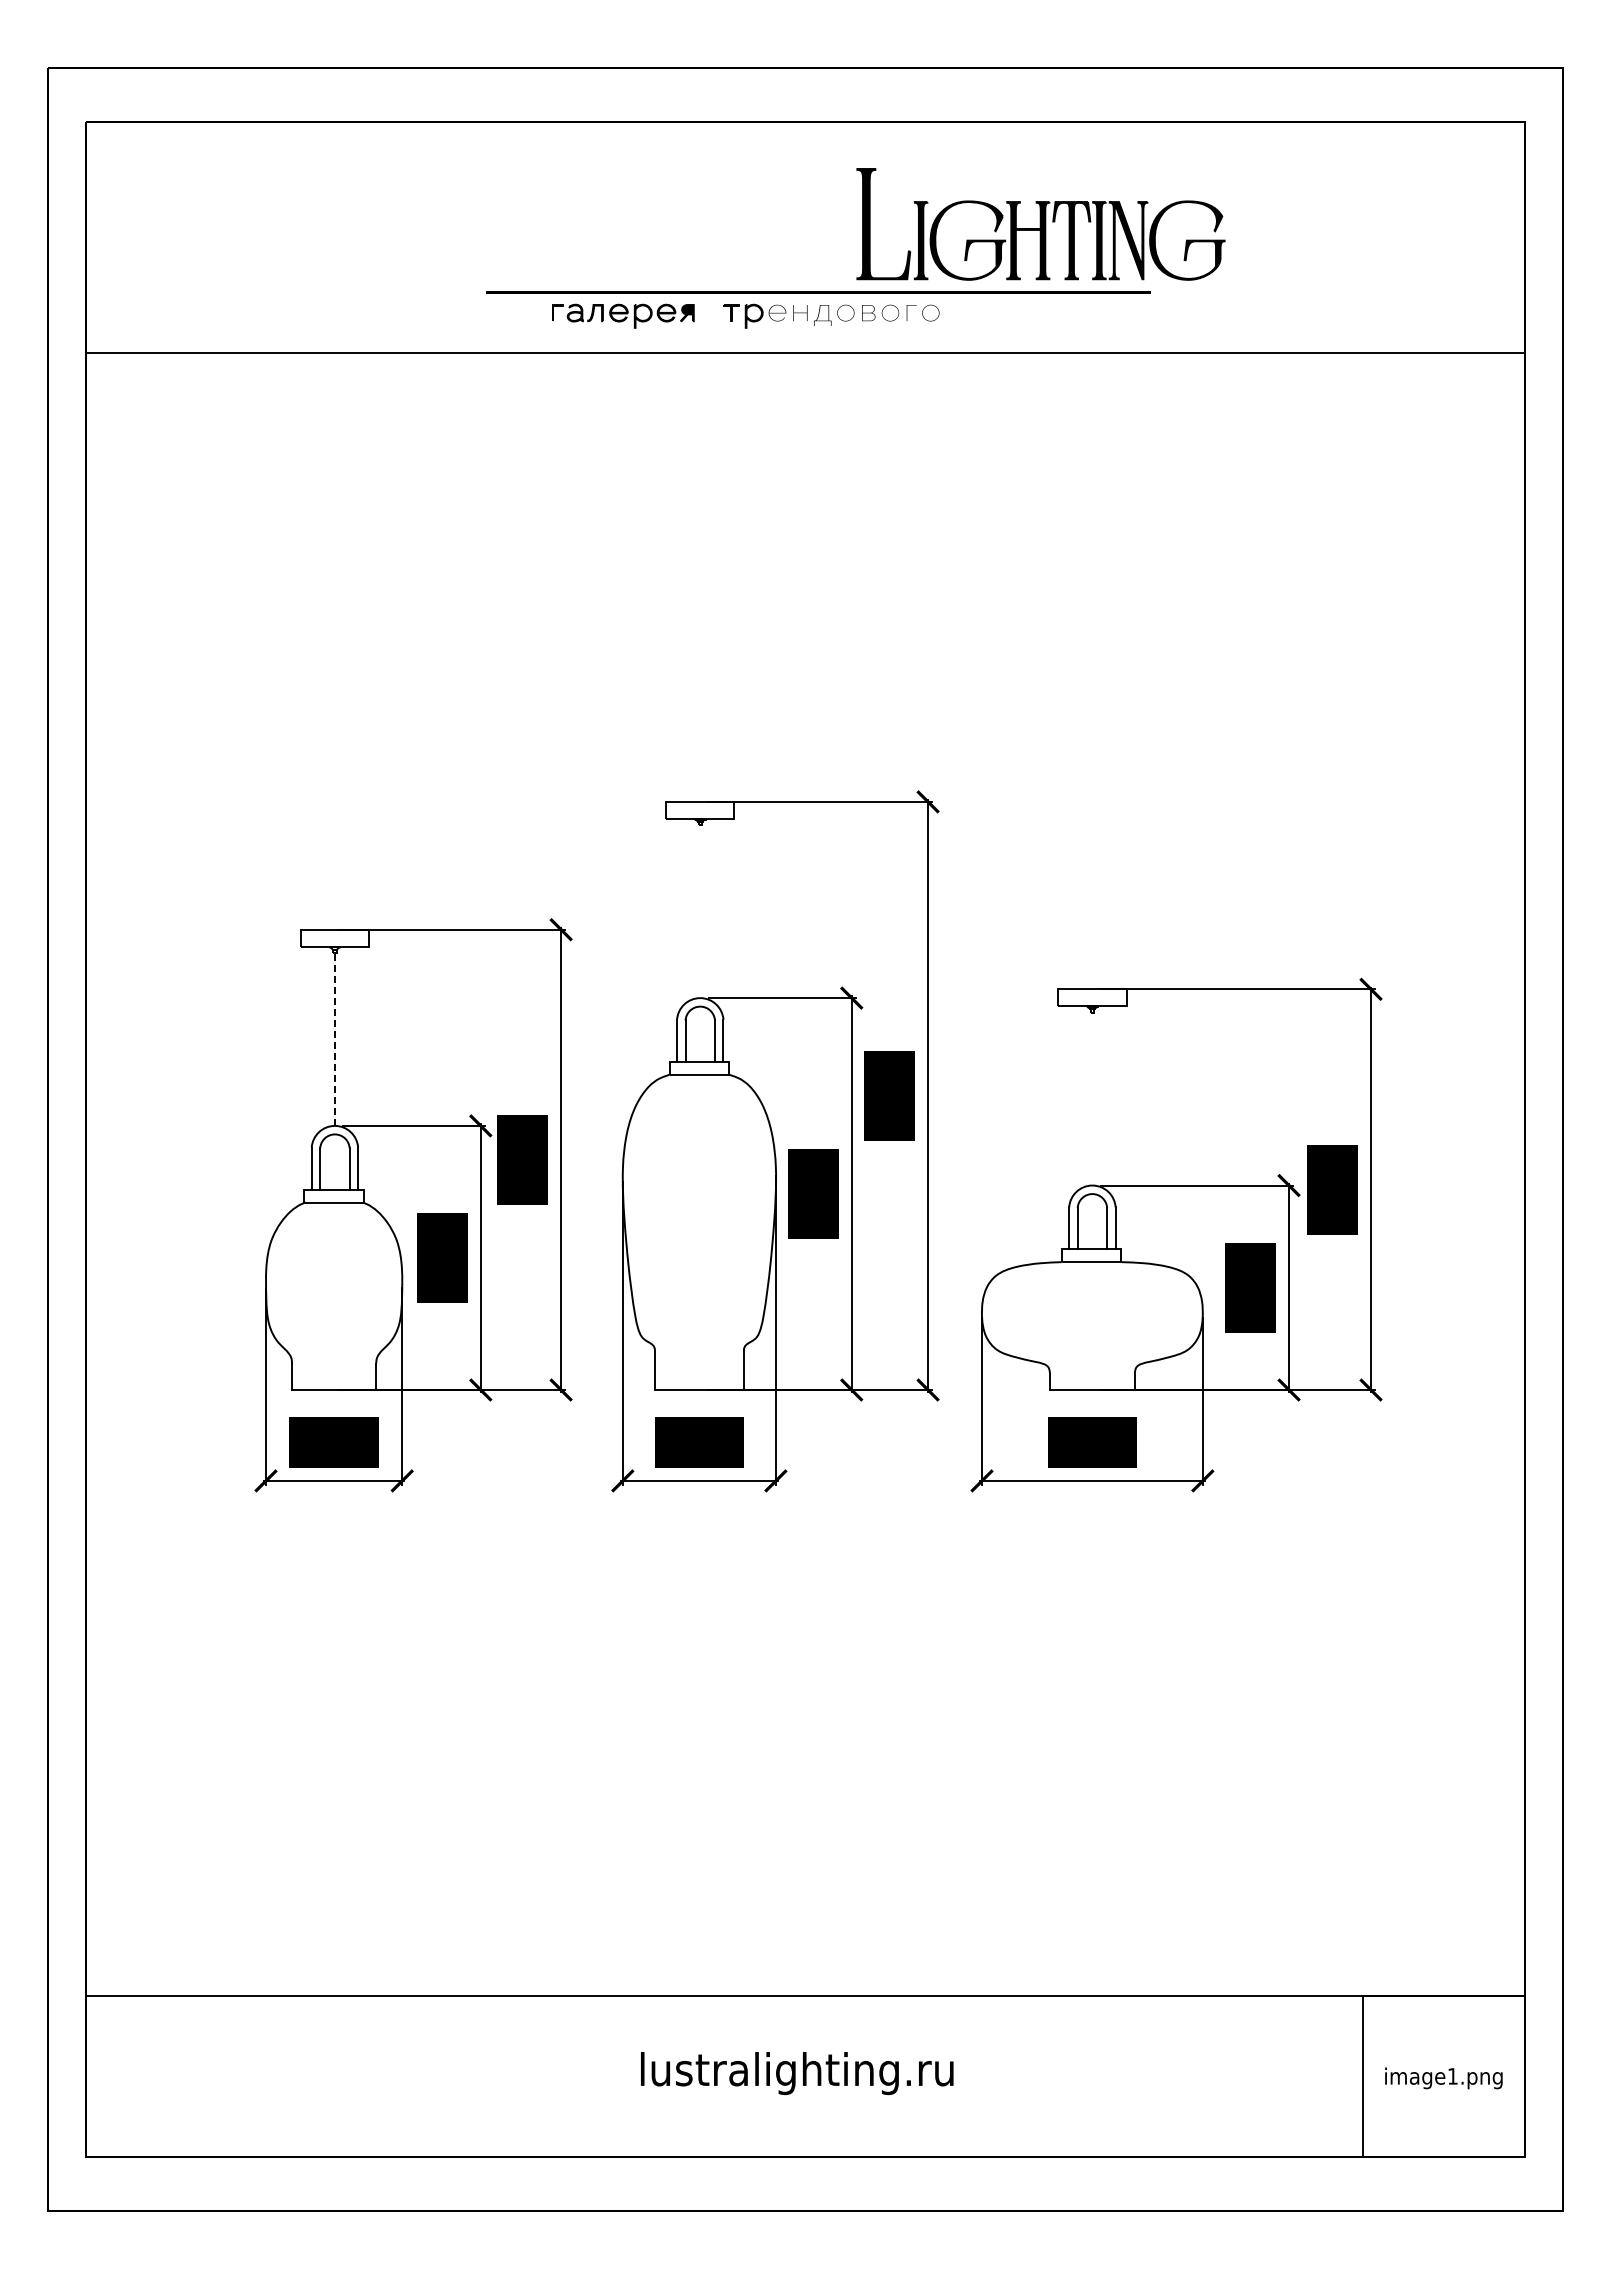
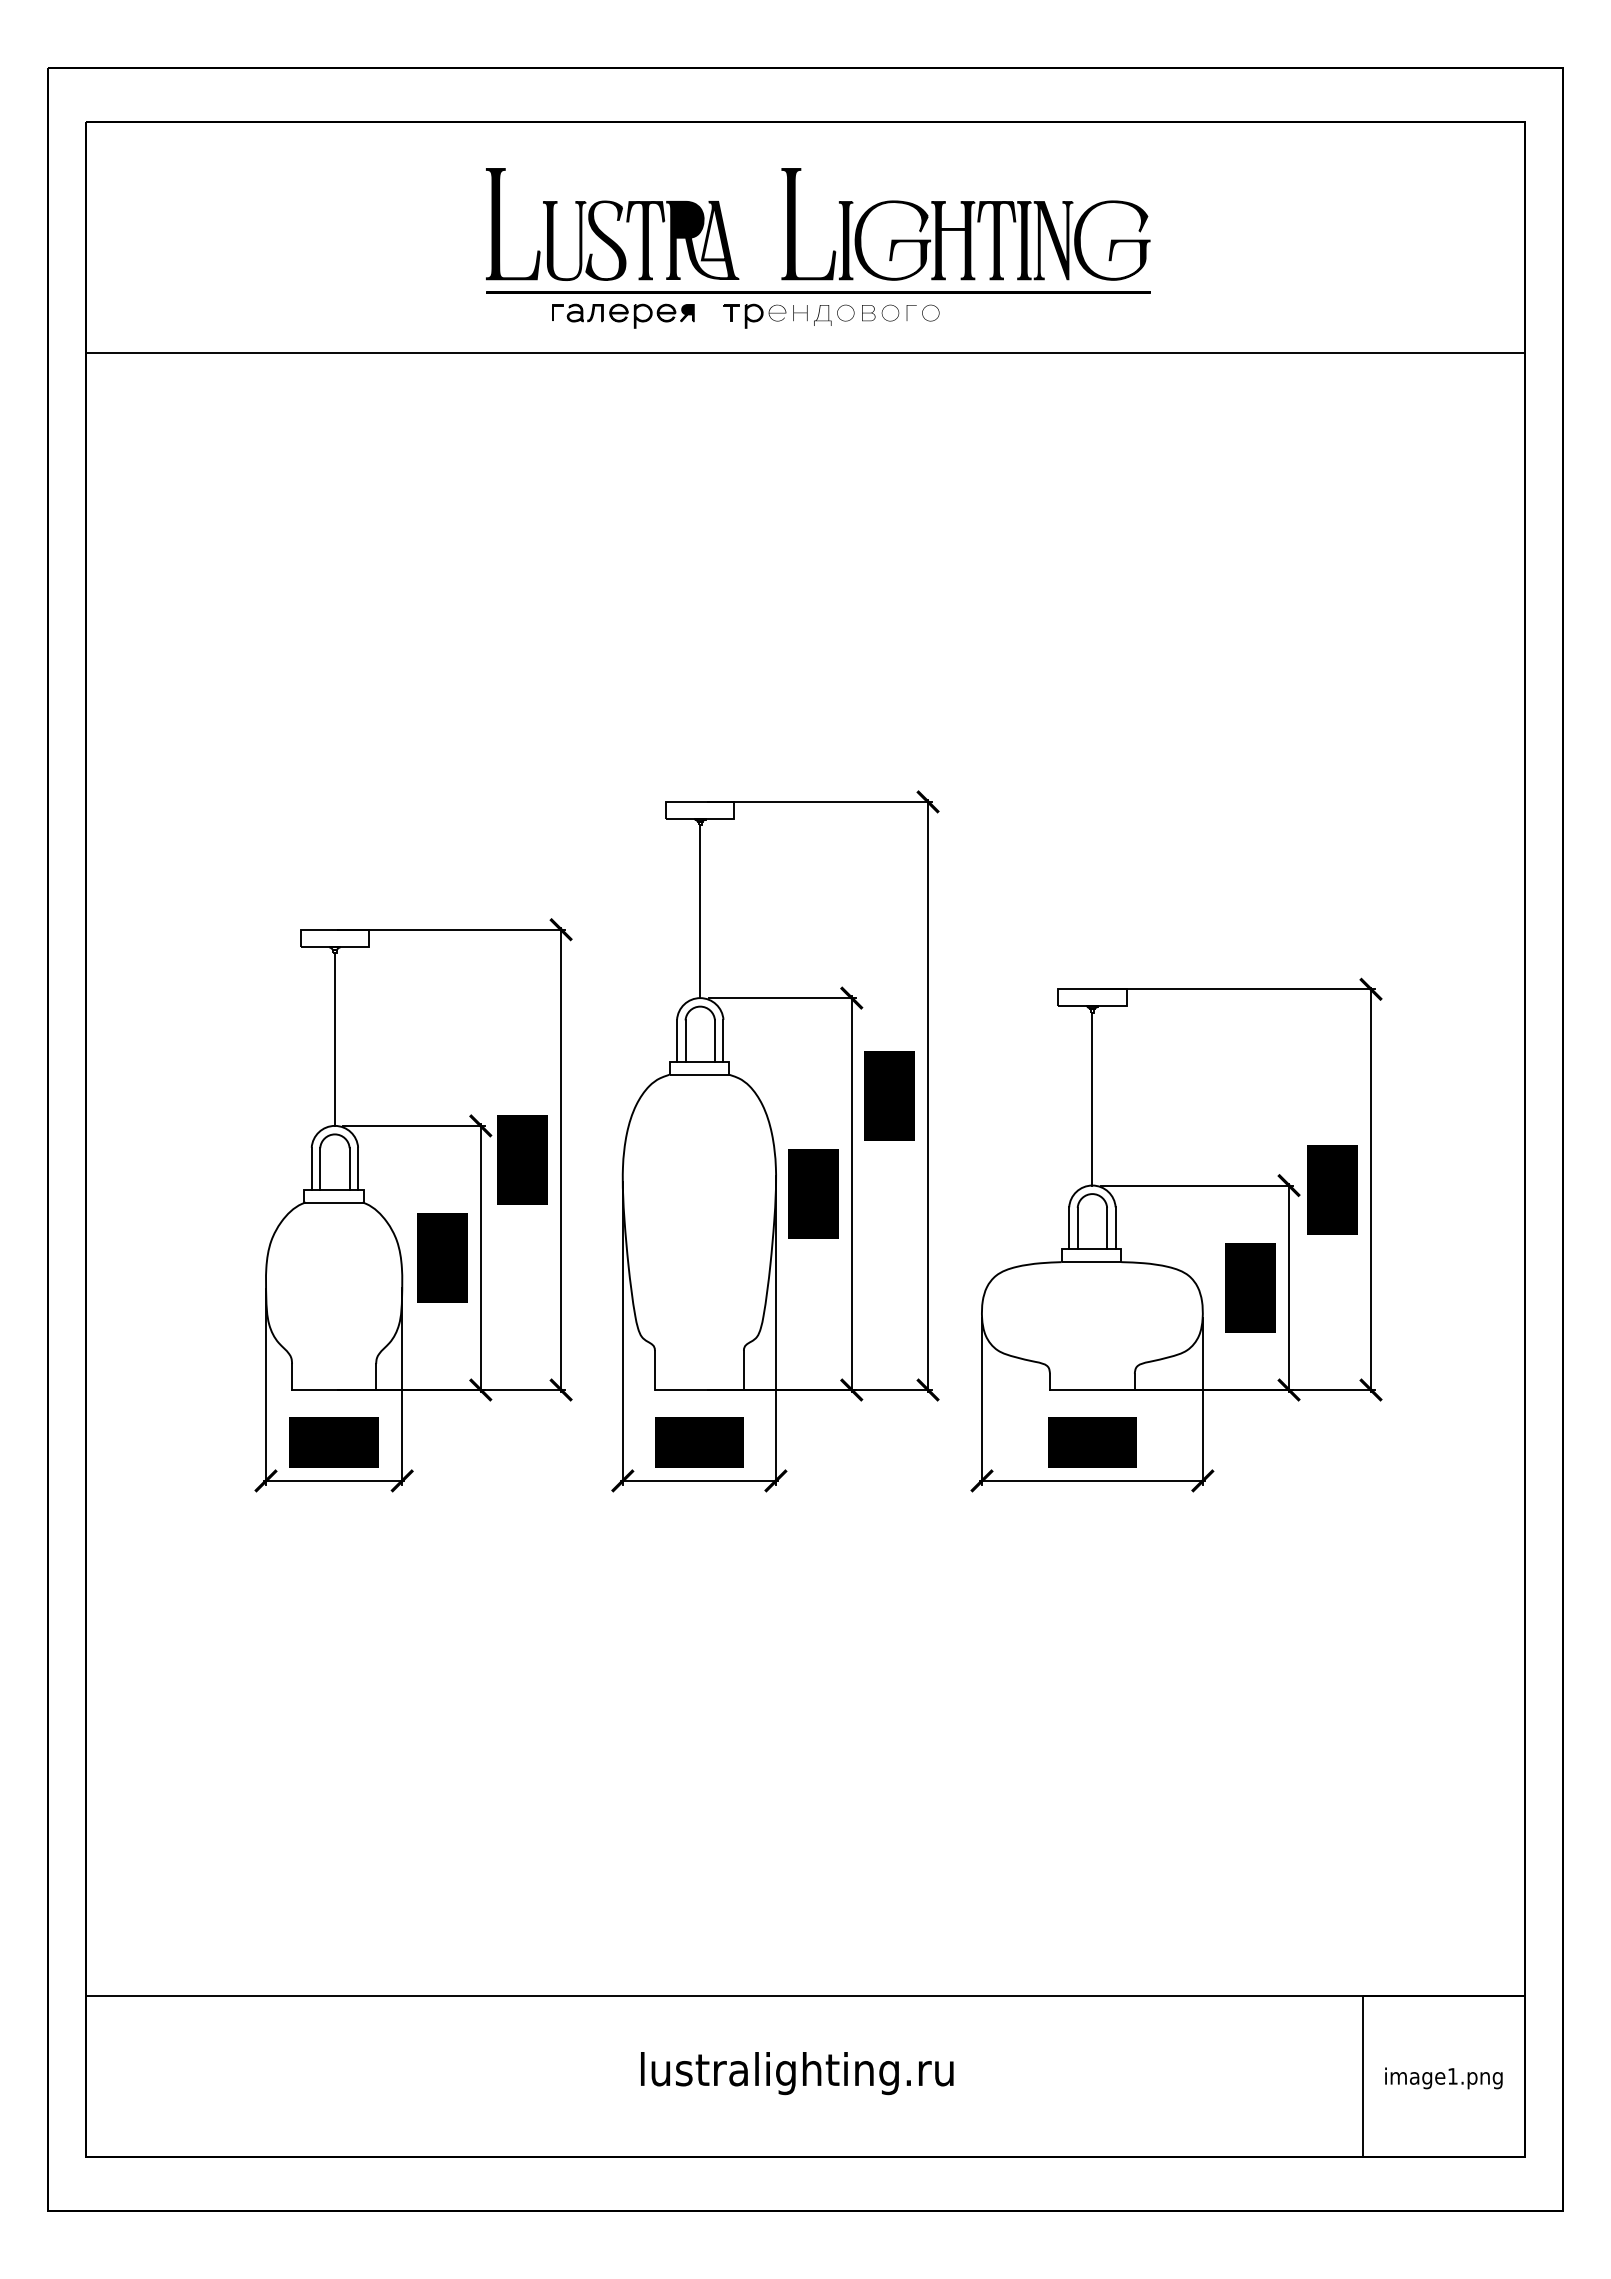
part at (617, 220): none -> present
part at (1040, 224) position: (1040, 224) -> (965, 224)
line at (700, 911): none -> present
line at (334, 1038): dashed -> solid
line at (1092, 1098): none -> present
